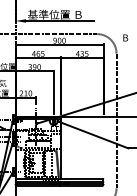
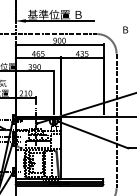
text at (125, 37) position: (125, 37) -> (125, 29)
